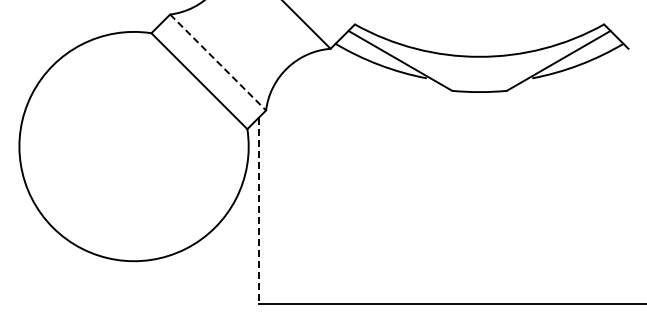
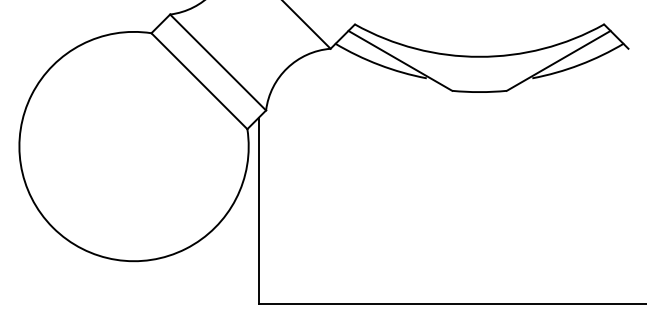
line at (218, 62): dashed -> solid
line at (259, 211): dashed -> solid
